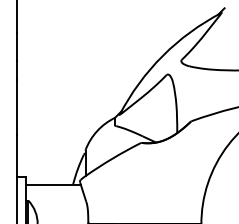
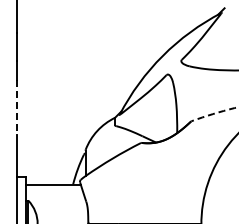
line at (16, 107): solid -> dashed
arc at (214, 113): solid -> dashed
